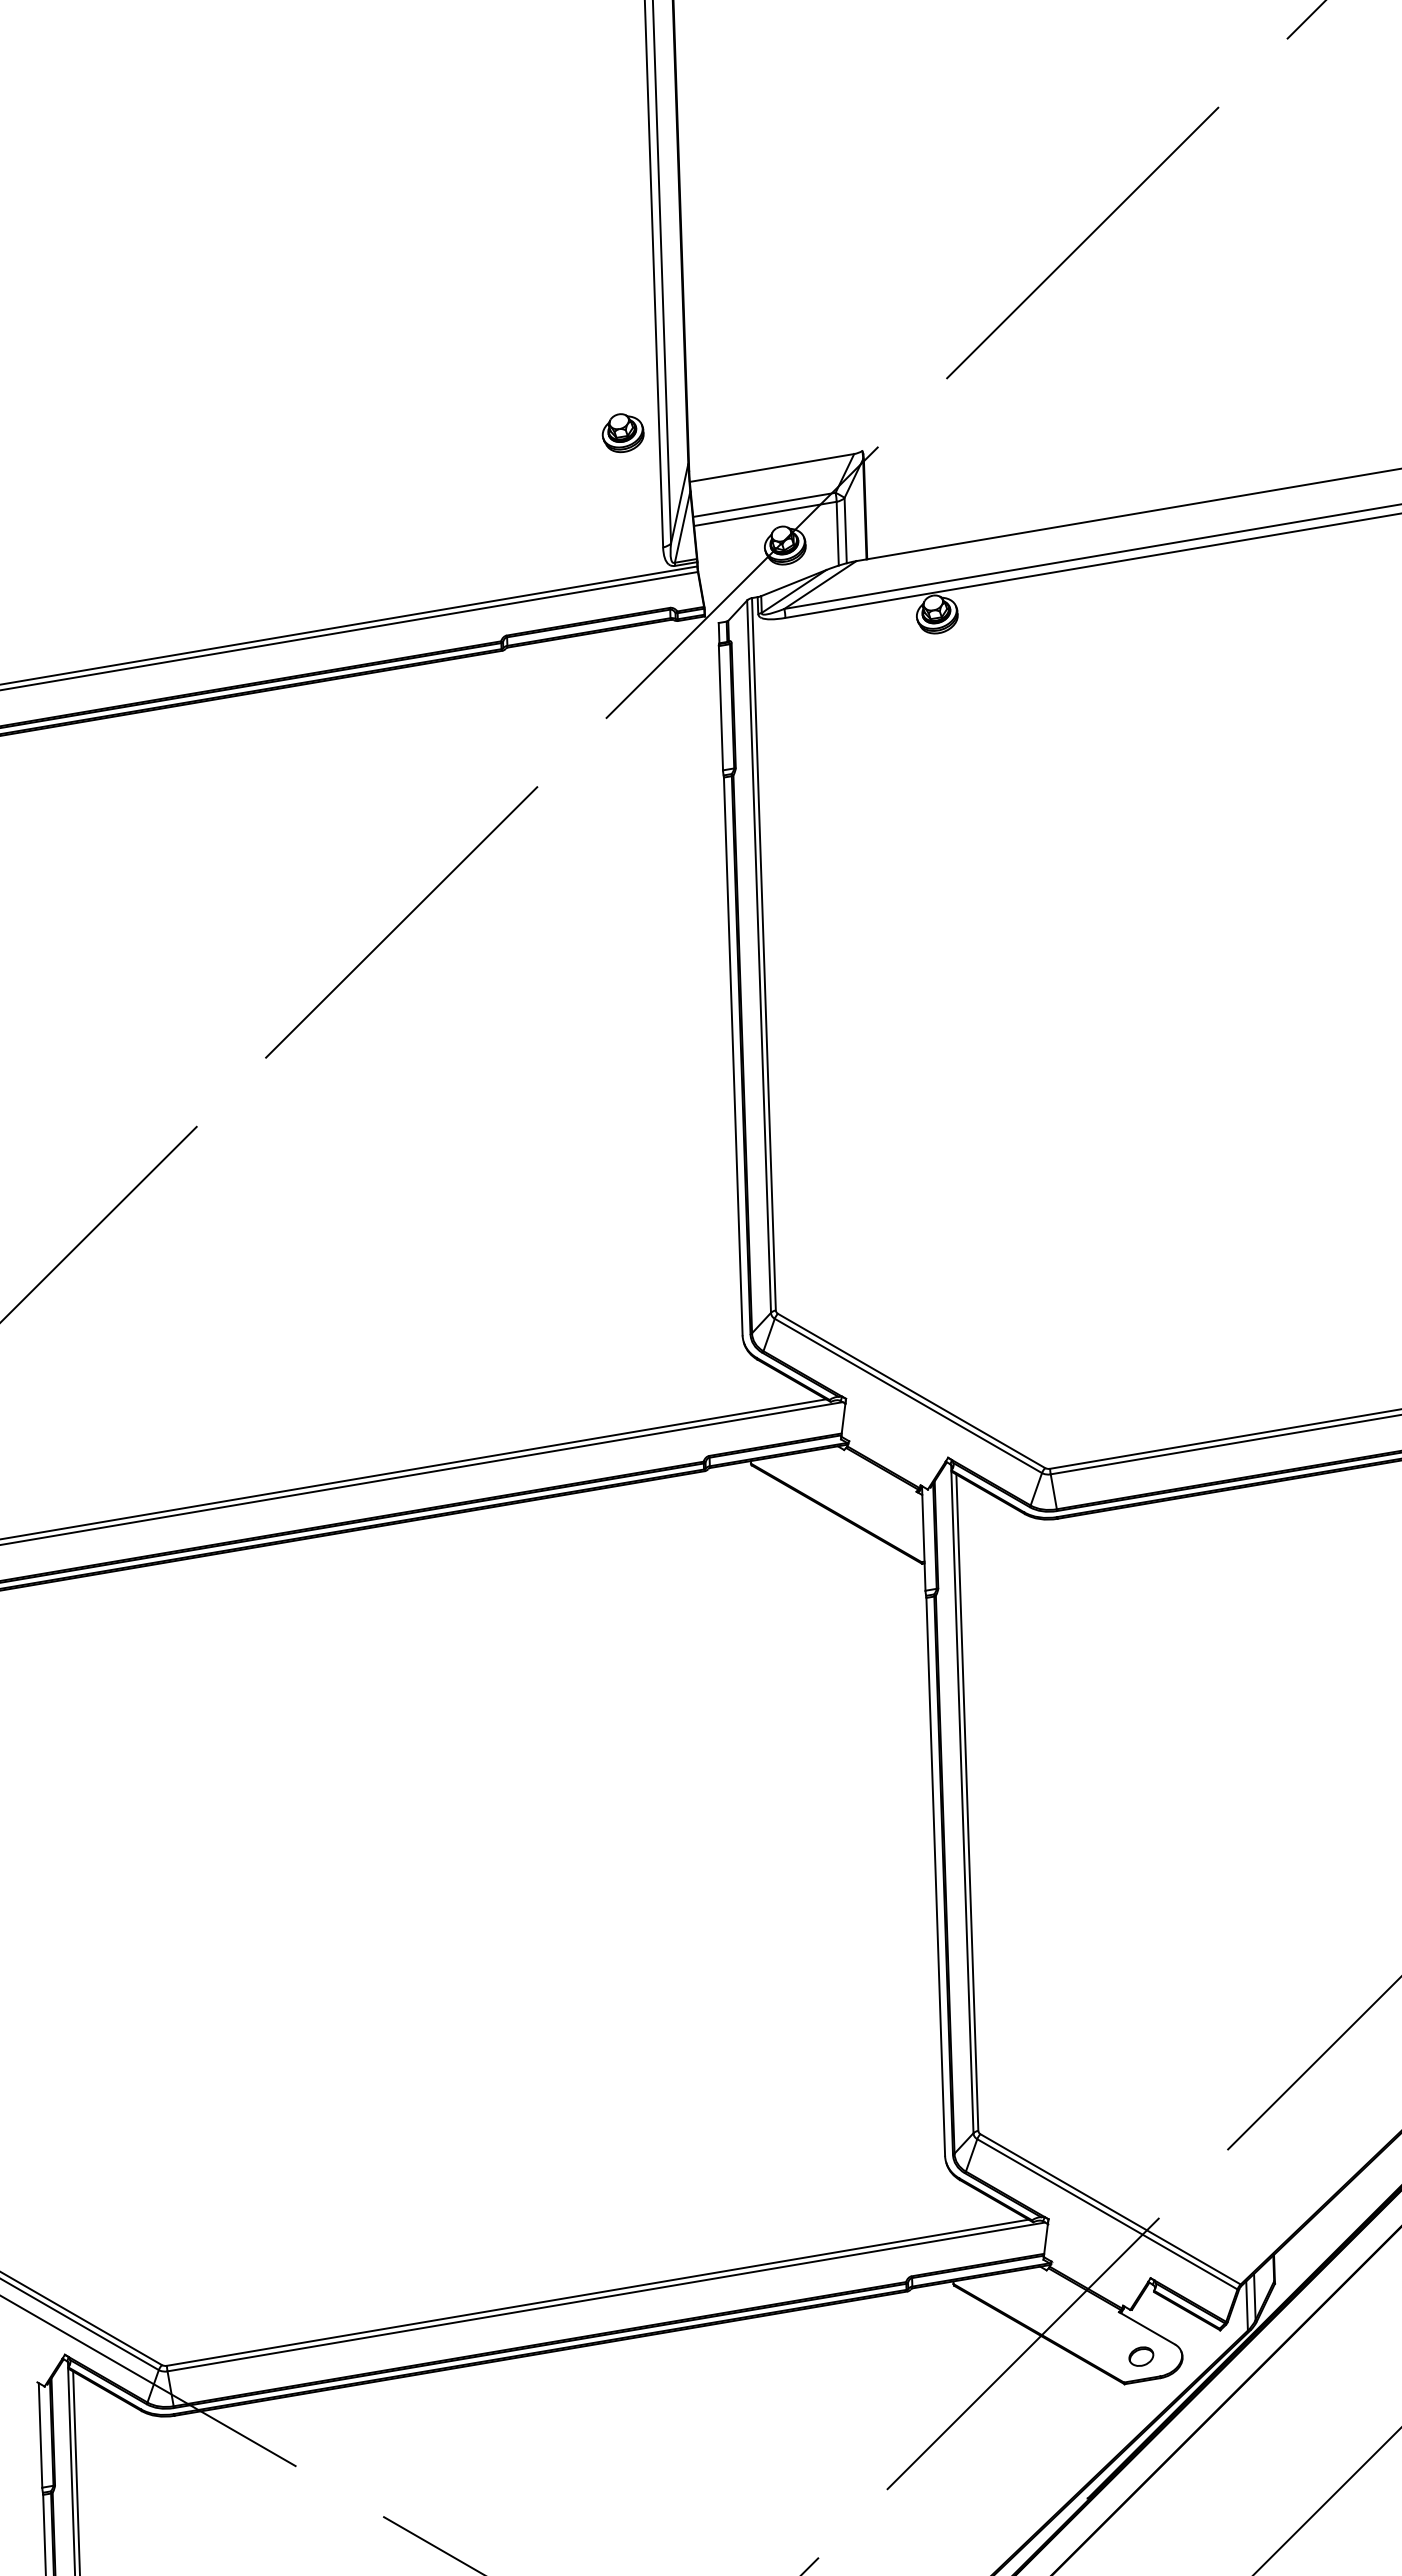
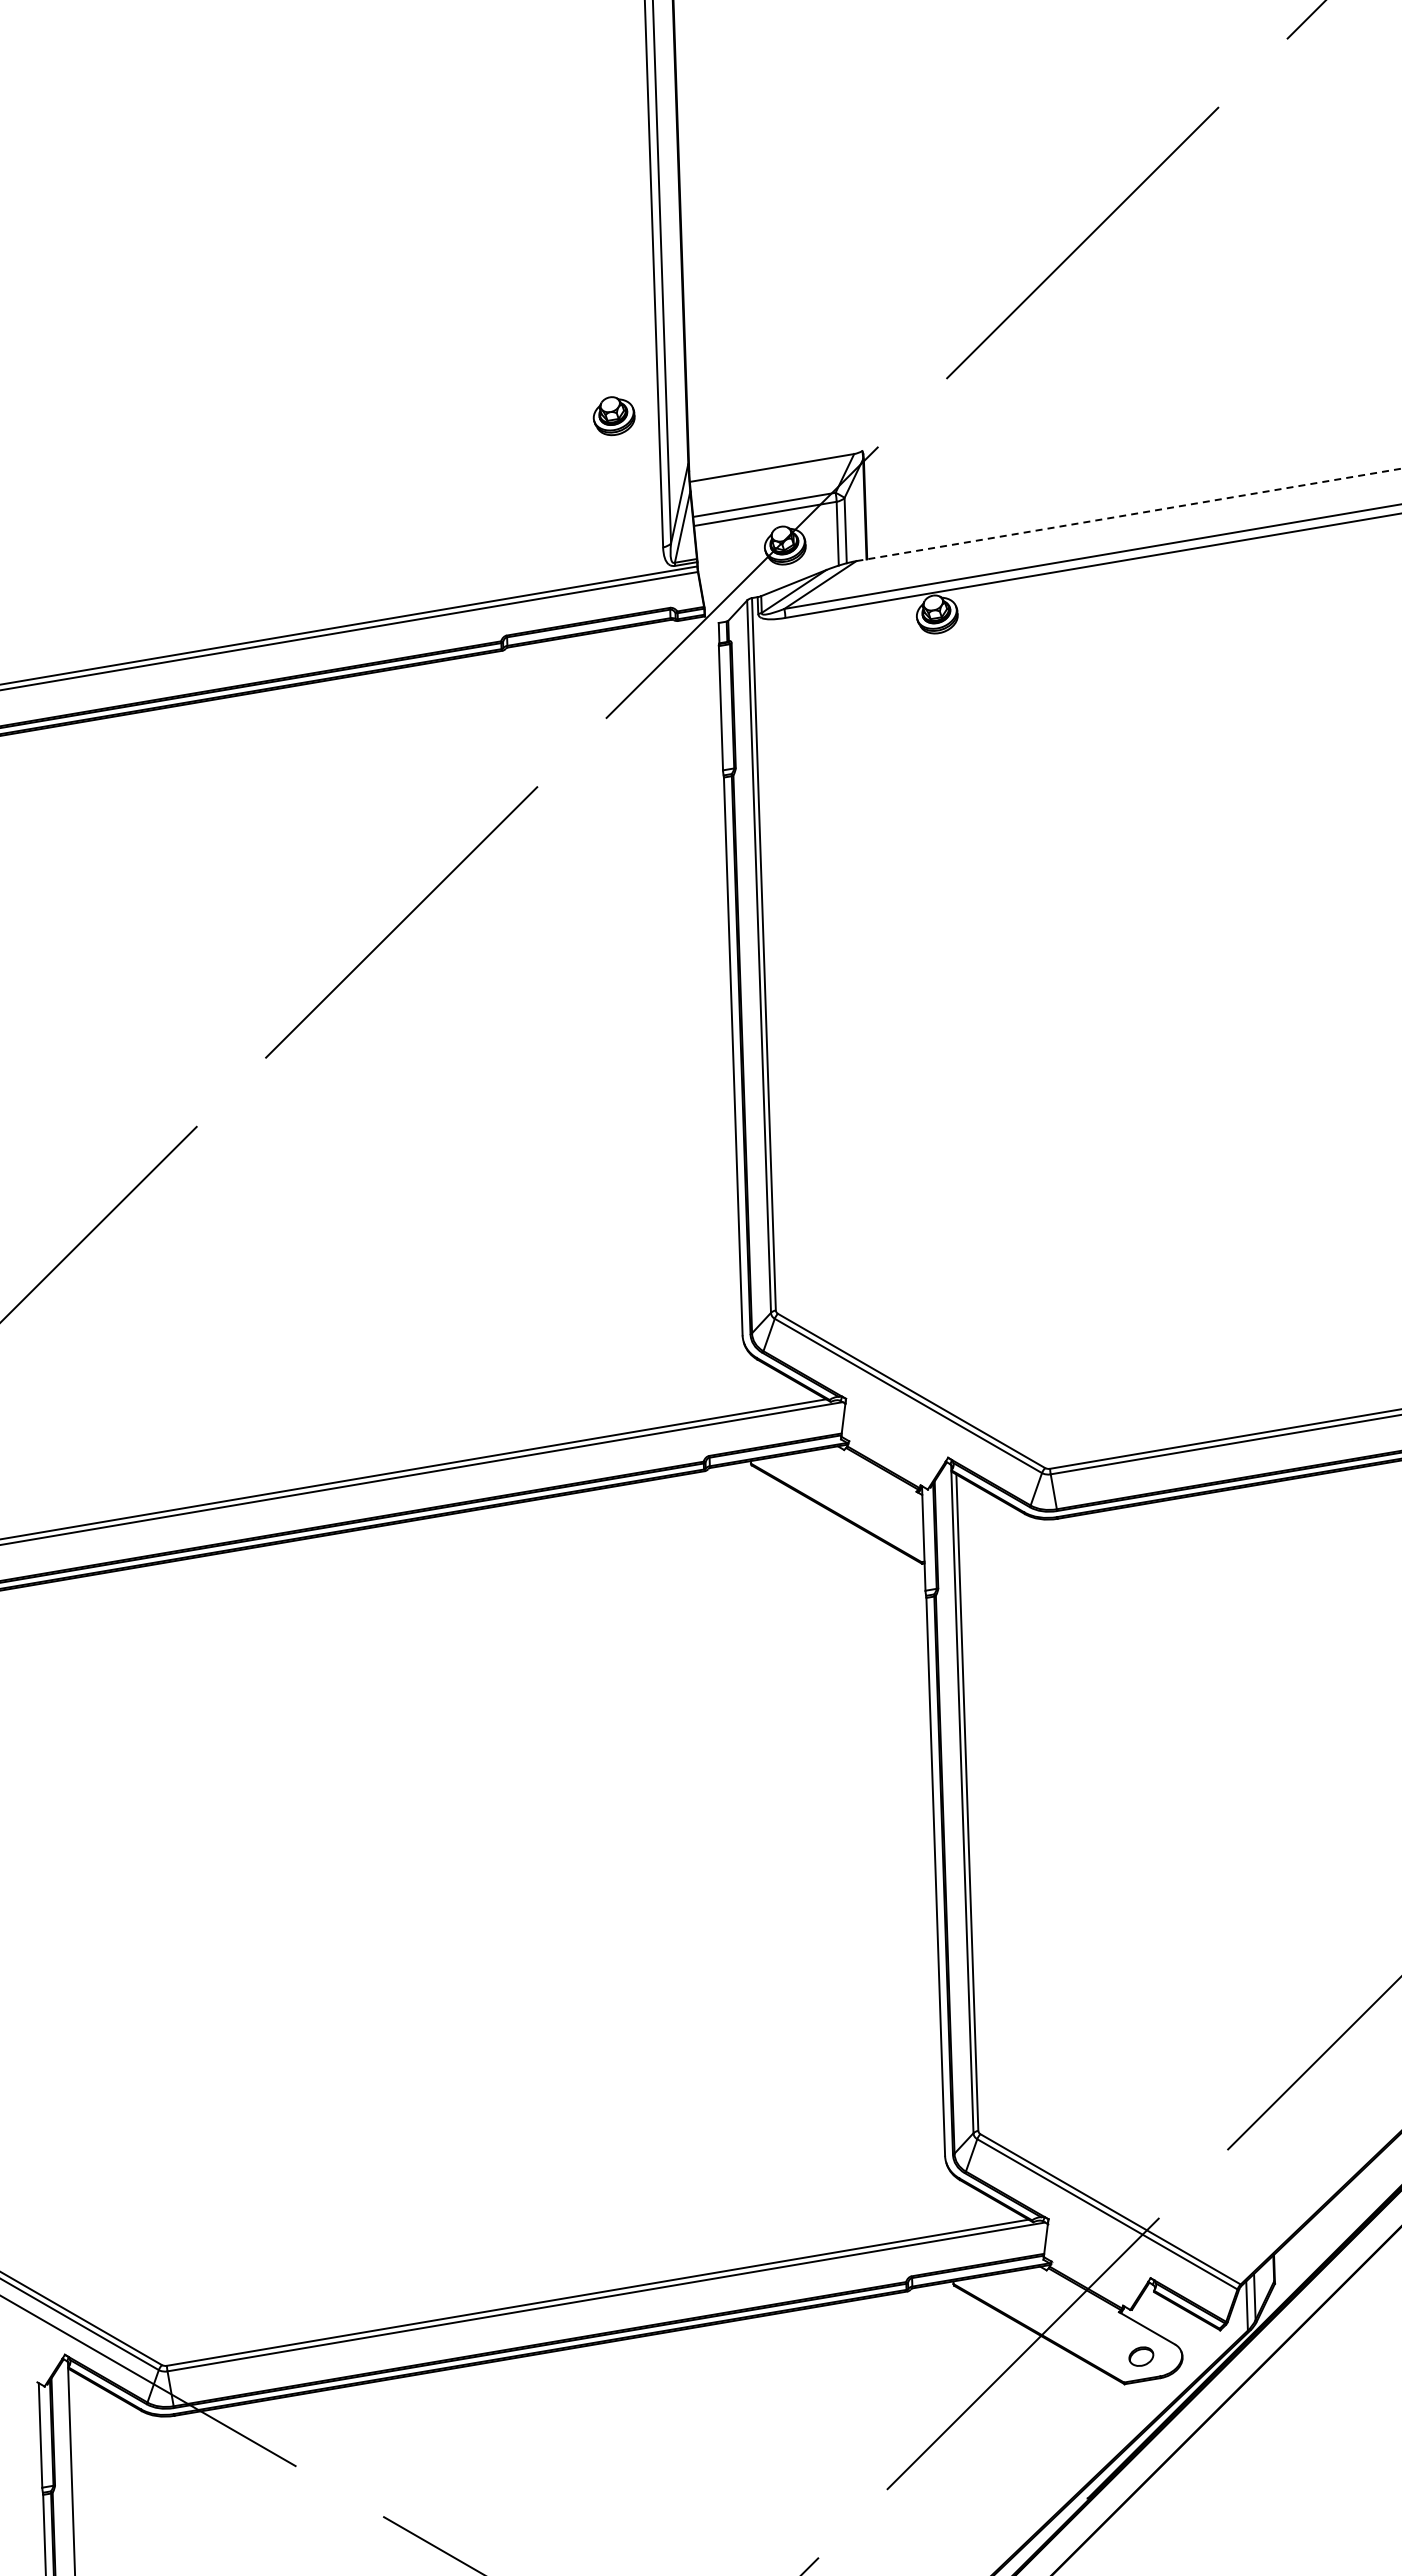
part at (622, 433) position: (622, 433) -> (613, 416)
line at (1129, 514): solid -> dashed
line at (76, 2471): present -> none
line at (1327, 2501): present -> none
